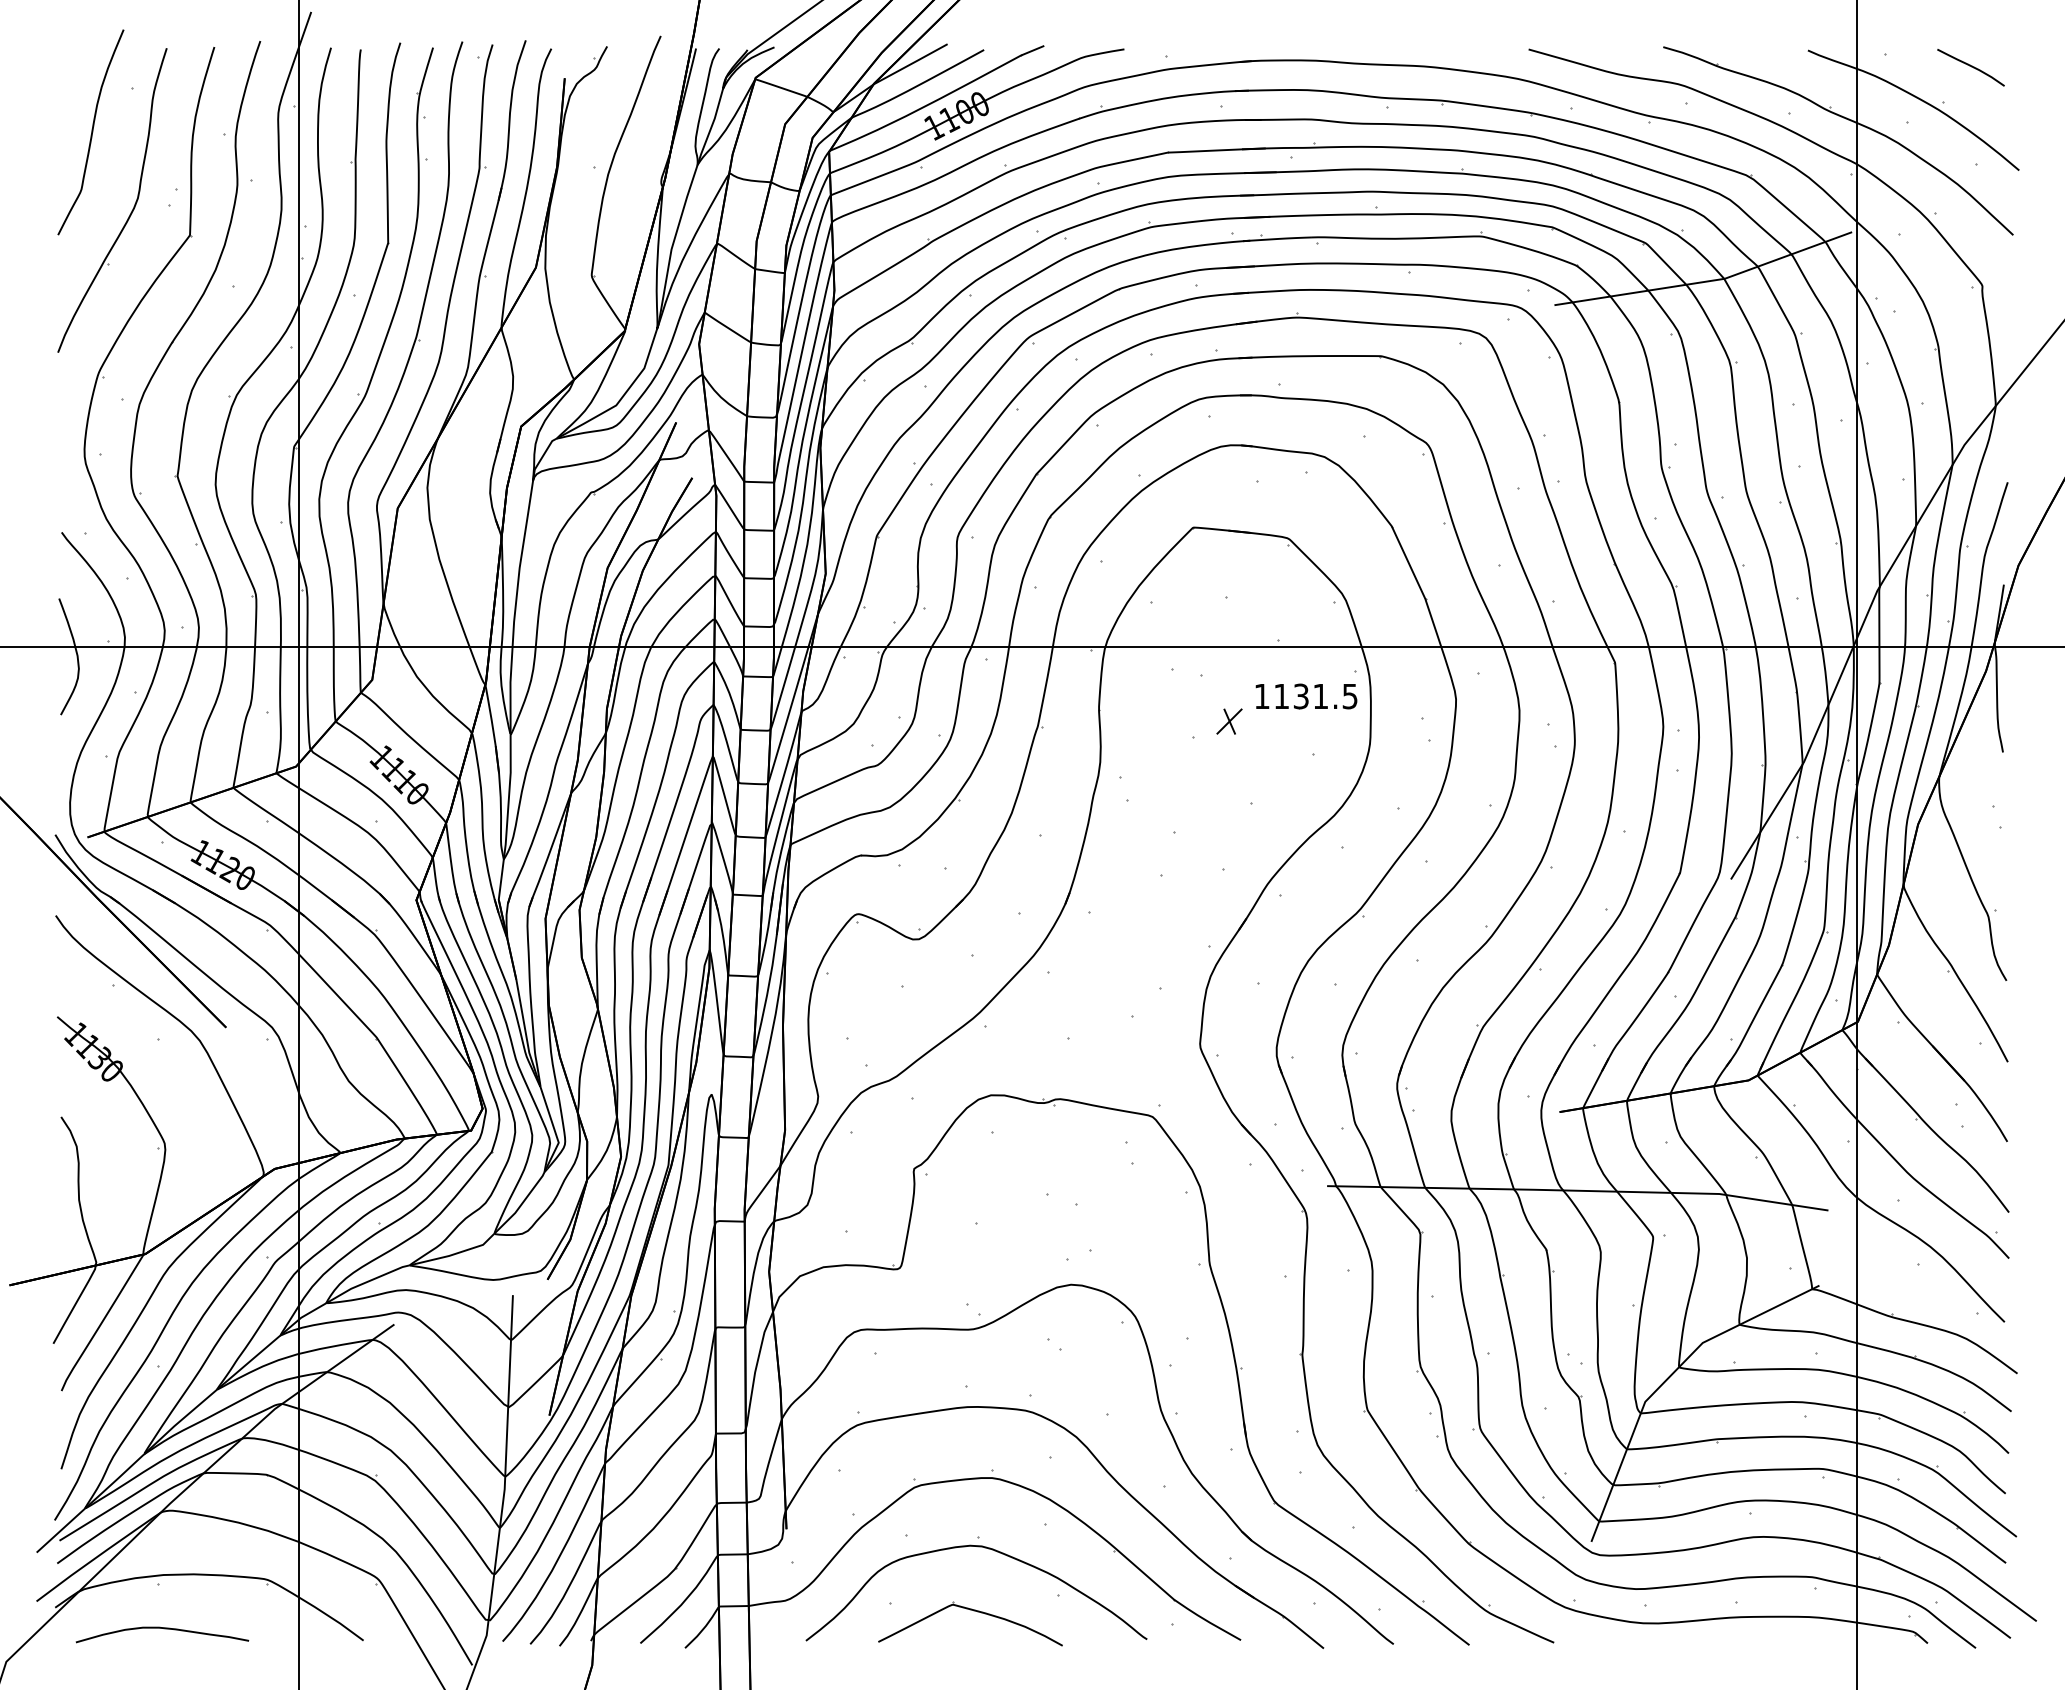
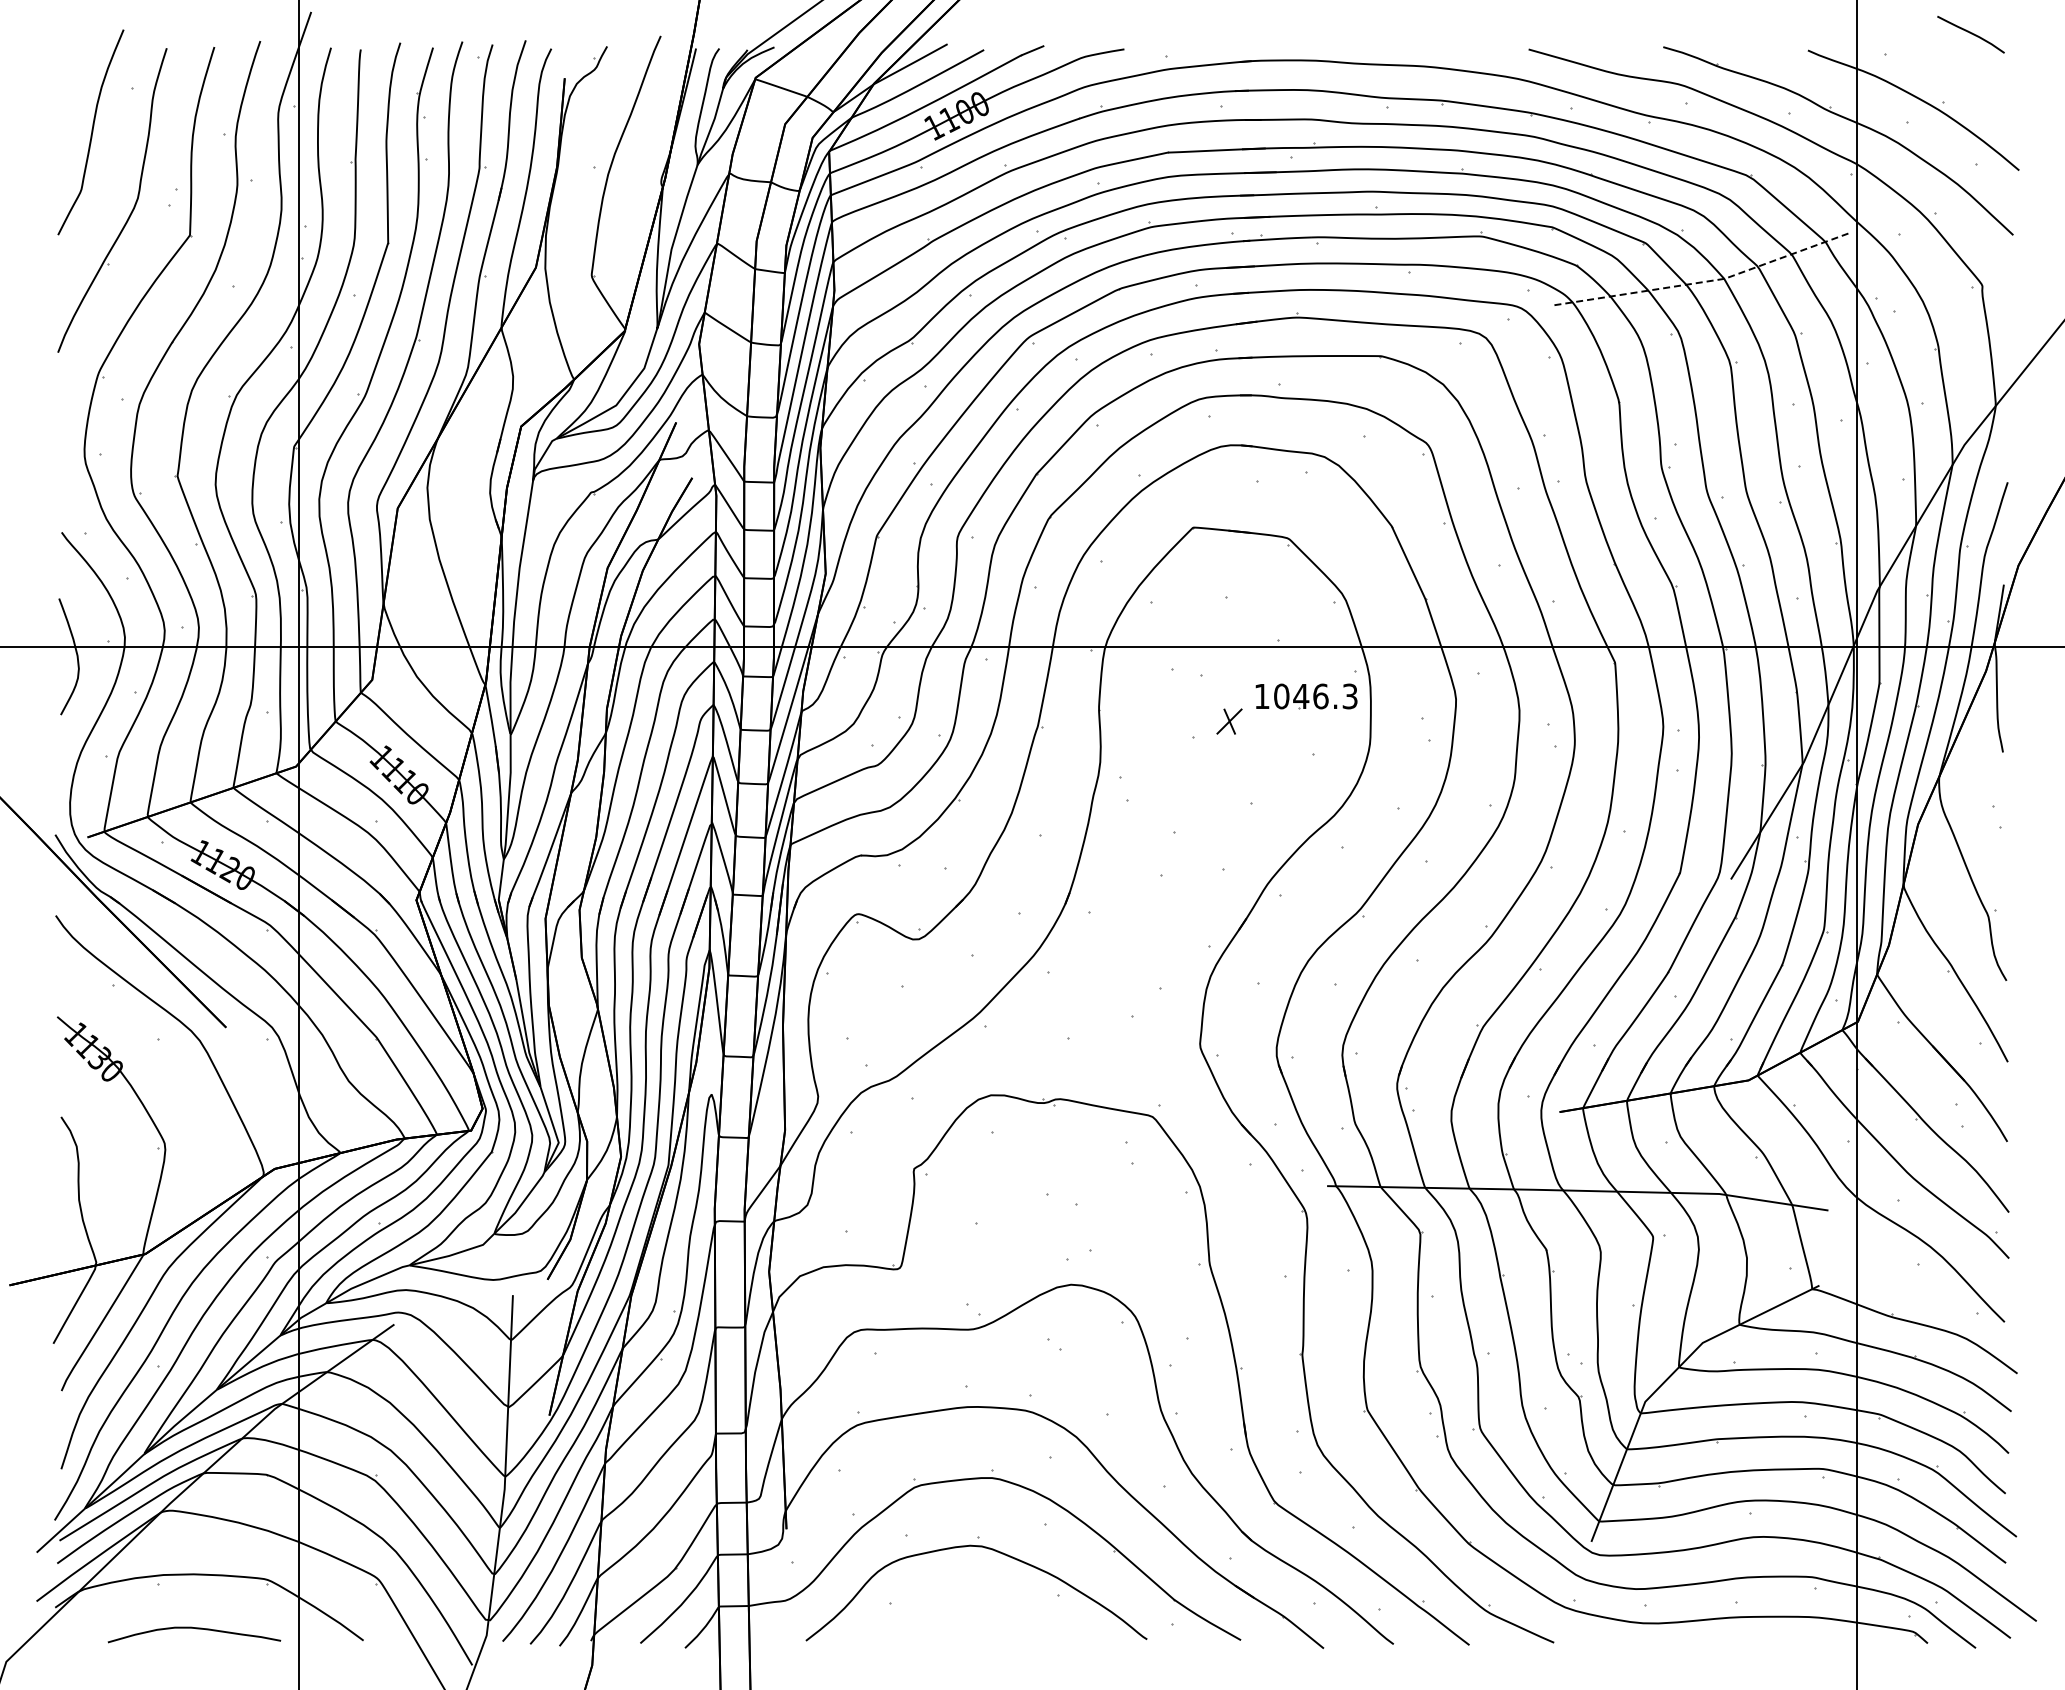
curve at (1970, 66) position: (1970, 66) -> (1970, 33)
line at (1707, 281): solid -> dashed
text at (1315, 696): 1131.5 -> 1046.3
part at (973, 1611): present -> none
curve at (164, 1629) position: (164, 1629) -> (196, 1629)
